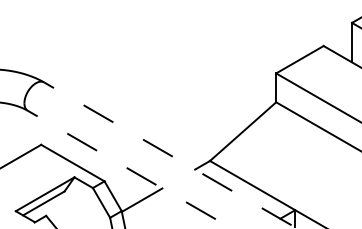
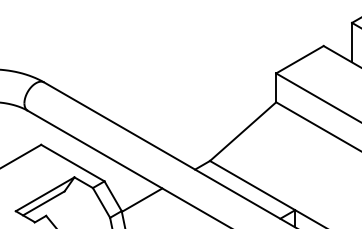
line at (170, 155): dashed -> solid
line at (129, 169): dashed -> solid
